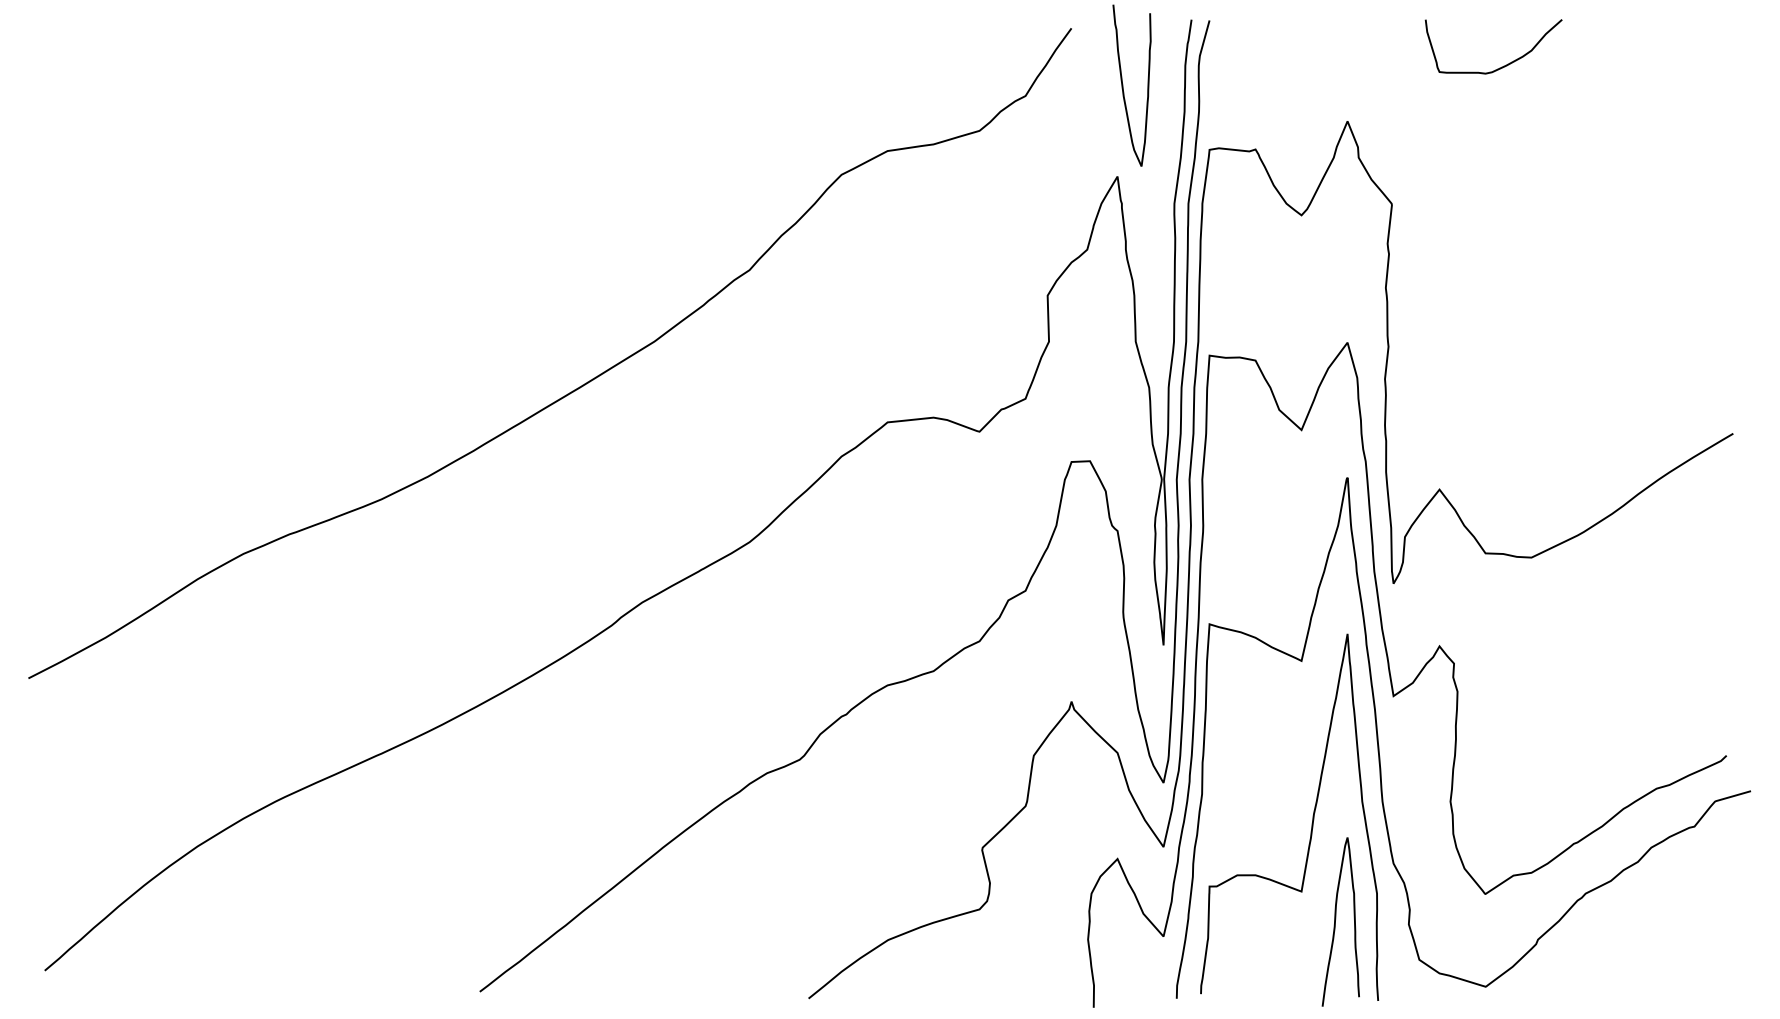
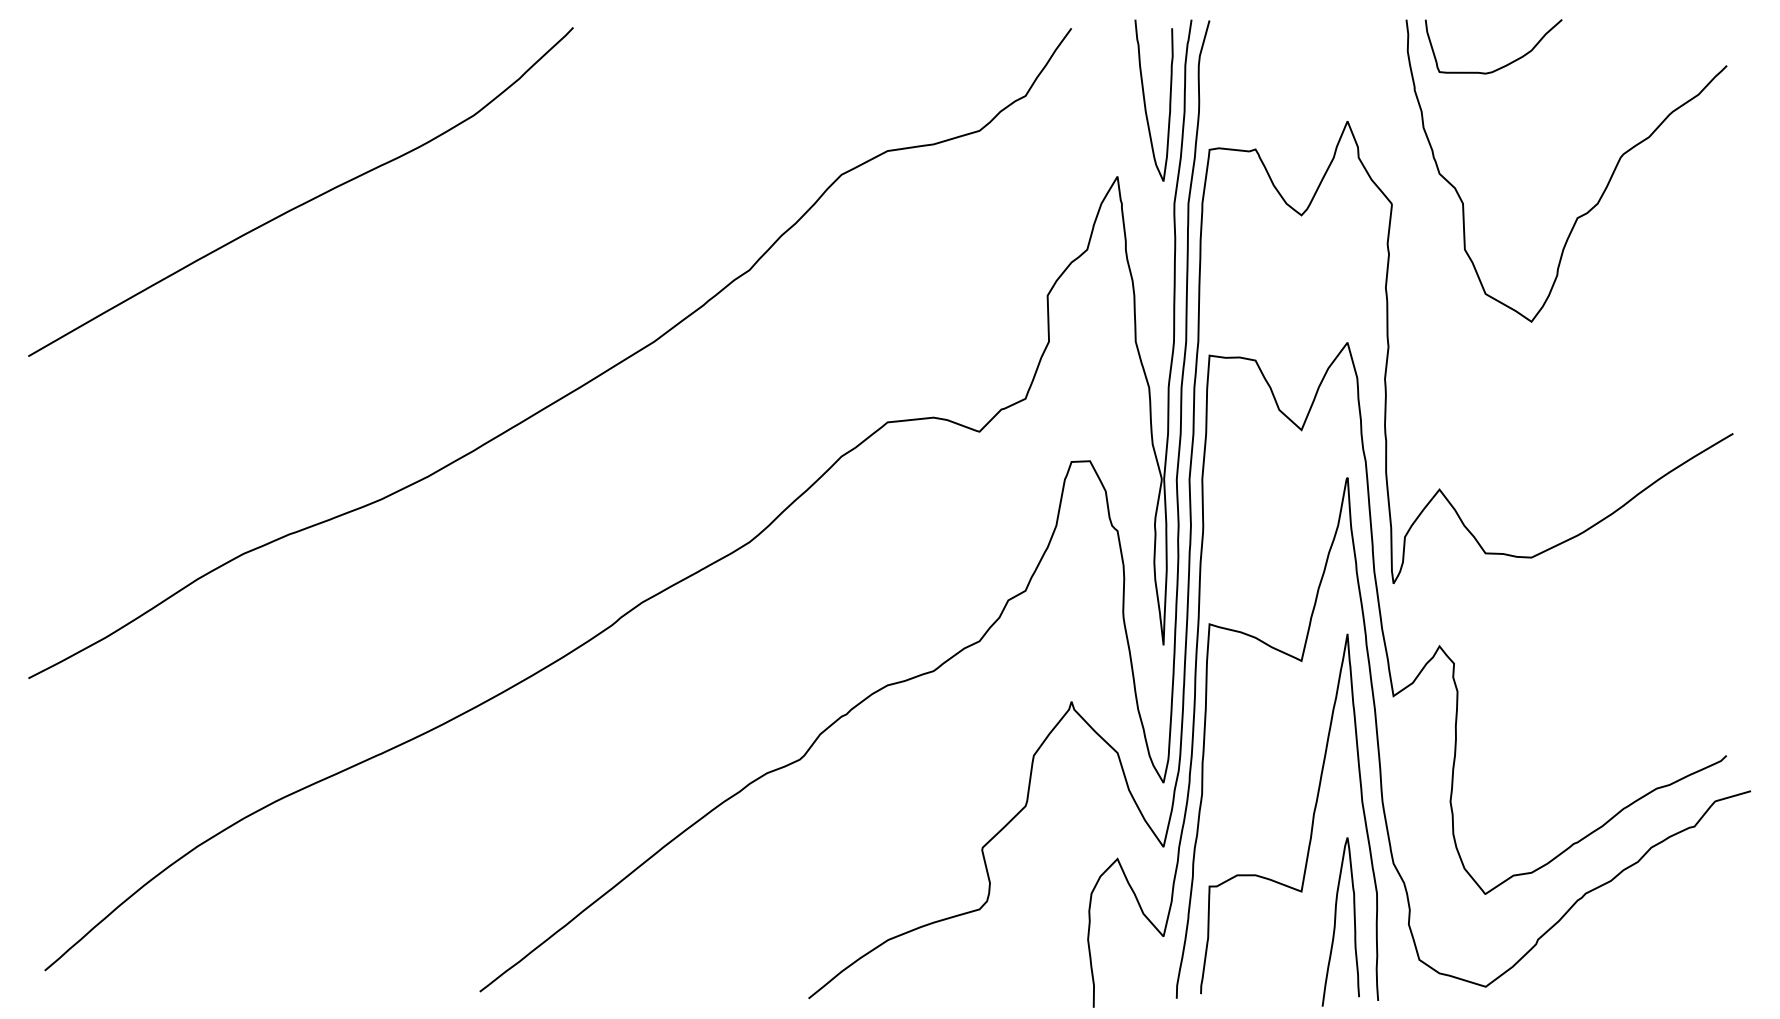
curve at (1123, 85) position: (1123, 85) -> (1145, 100)
curve at (1603, 190): none -> present
curve at (305, 201): none -> present
